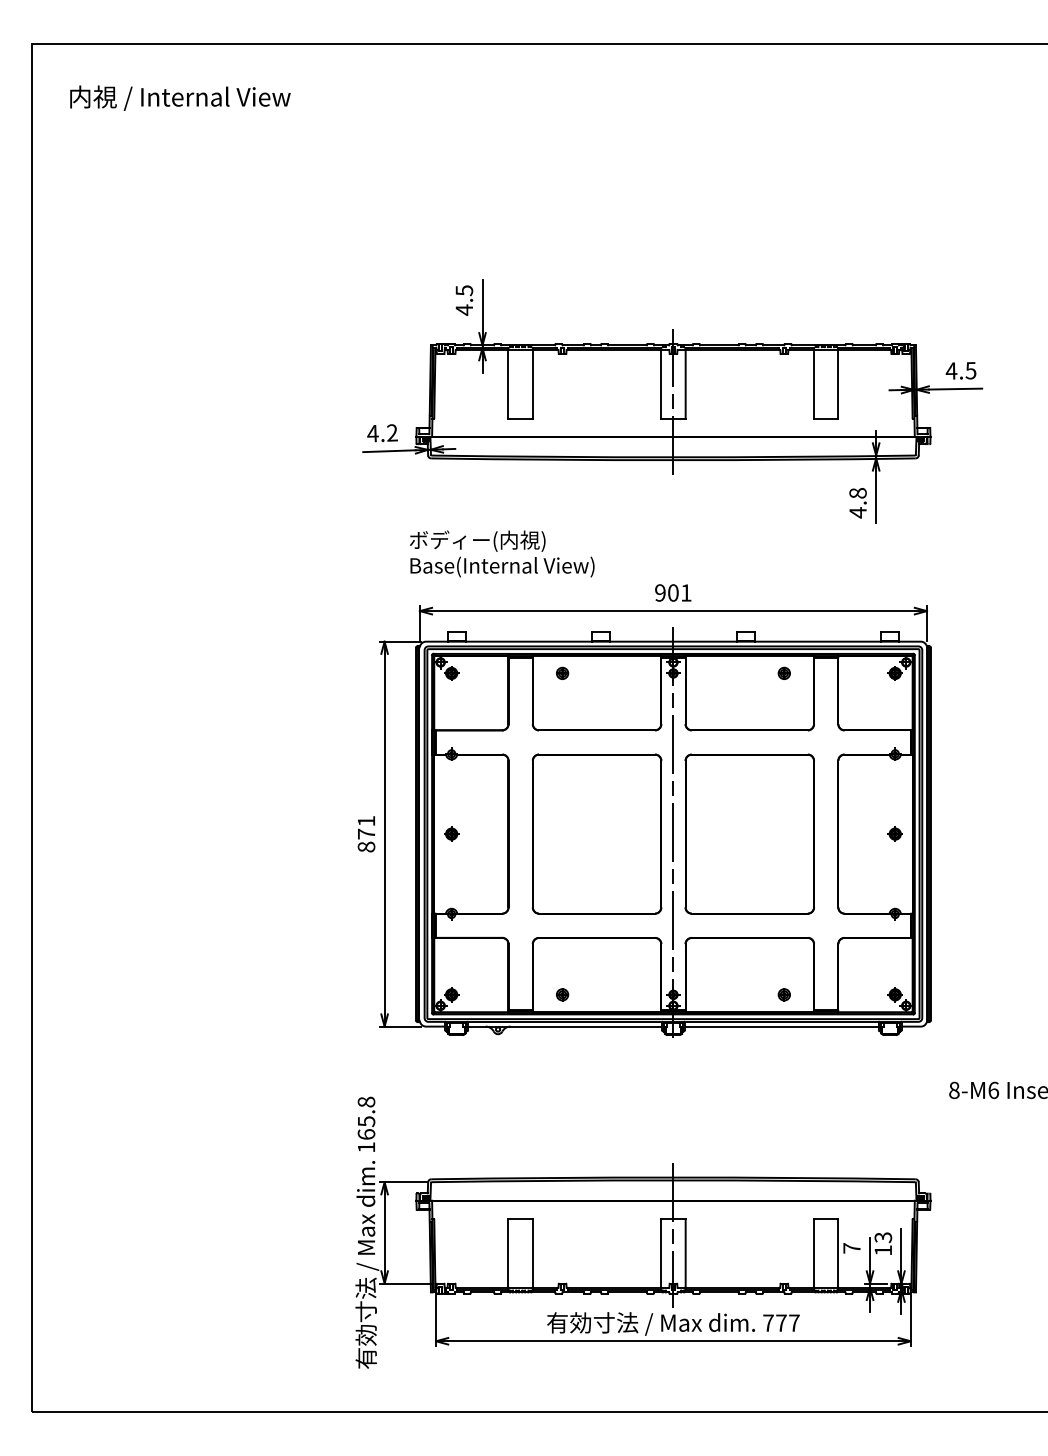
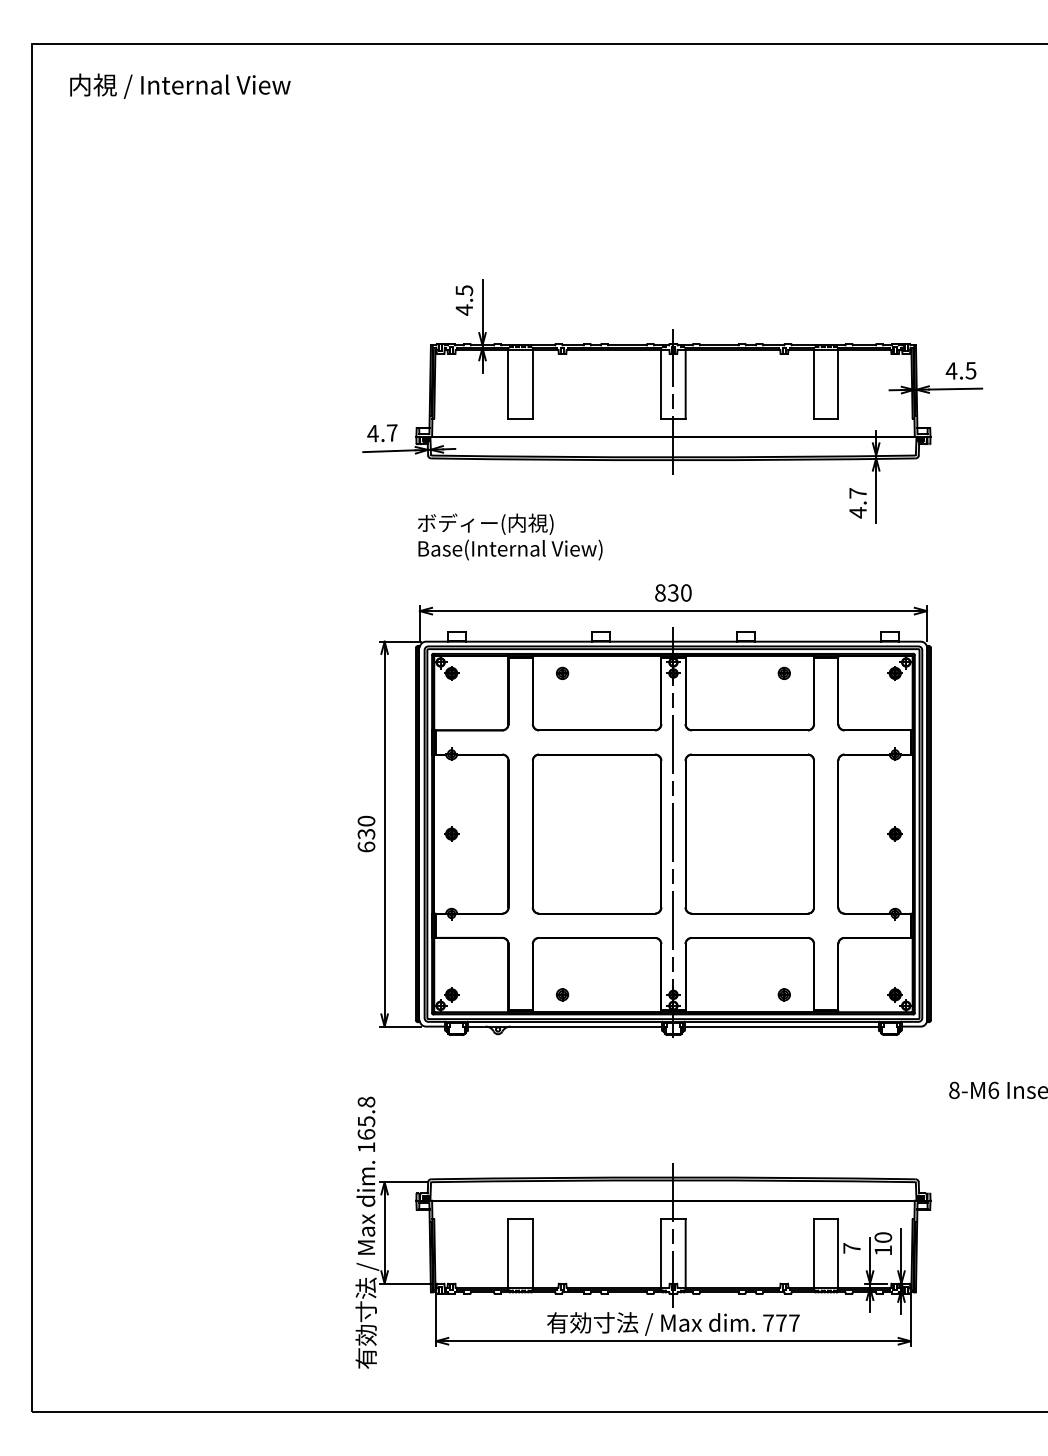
text at (180, 97) position: (180, 97) -> (180, 85)
text at (391, 432): 4.2 -> 4.7
text at (857, 493): 4.8 -> 4.7
text at (502, 553) position: (502, 553) -> (510, 536)
text at (673, 592): 901 -> 830
text at (366, 833): 871 -> 630
text at (882, 1237): 13 -> 10
